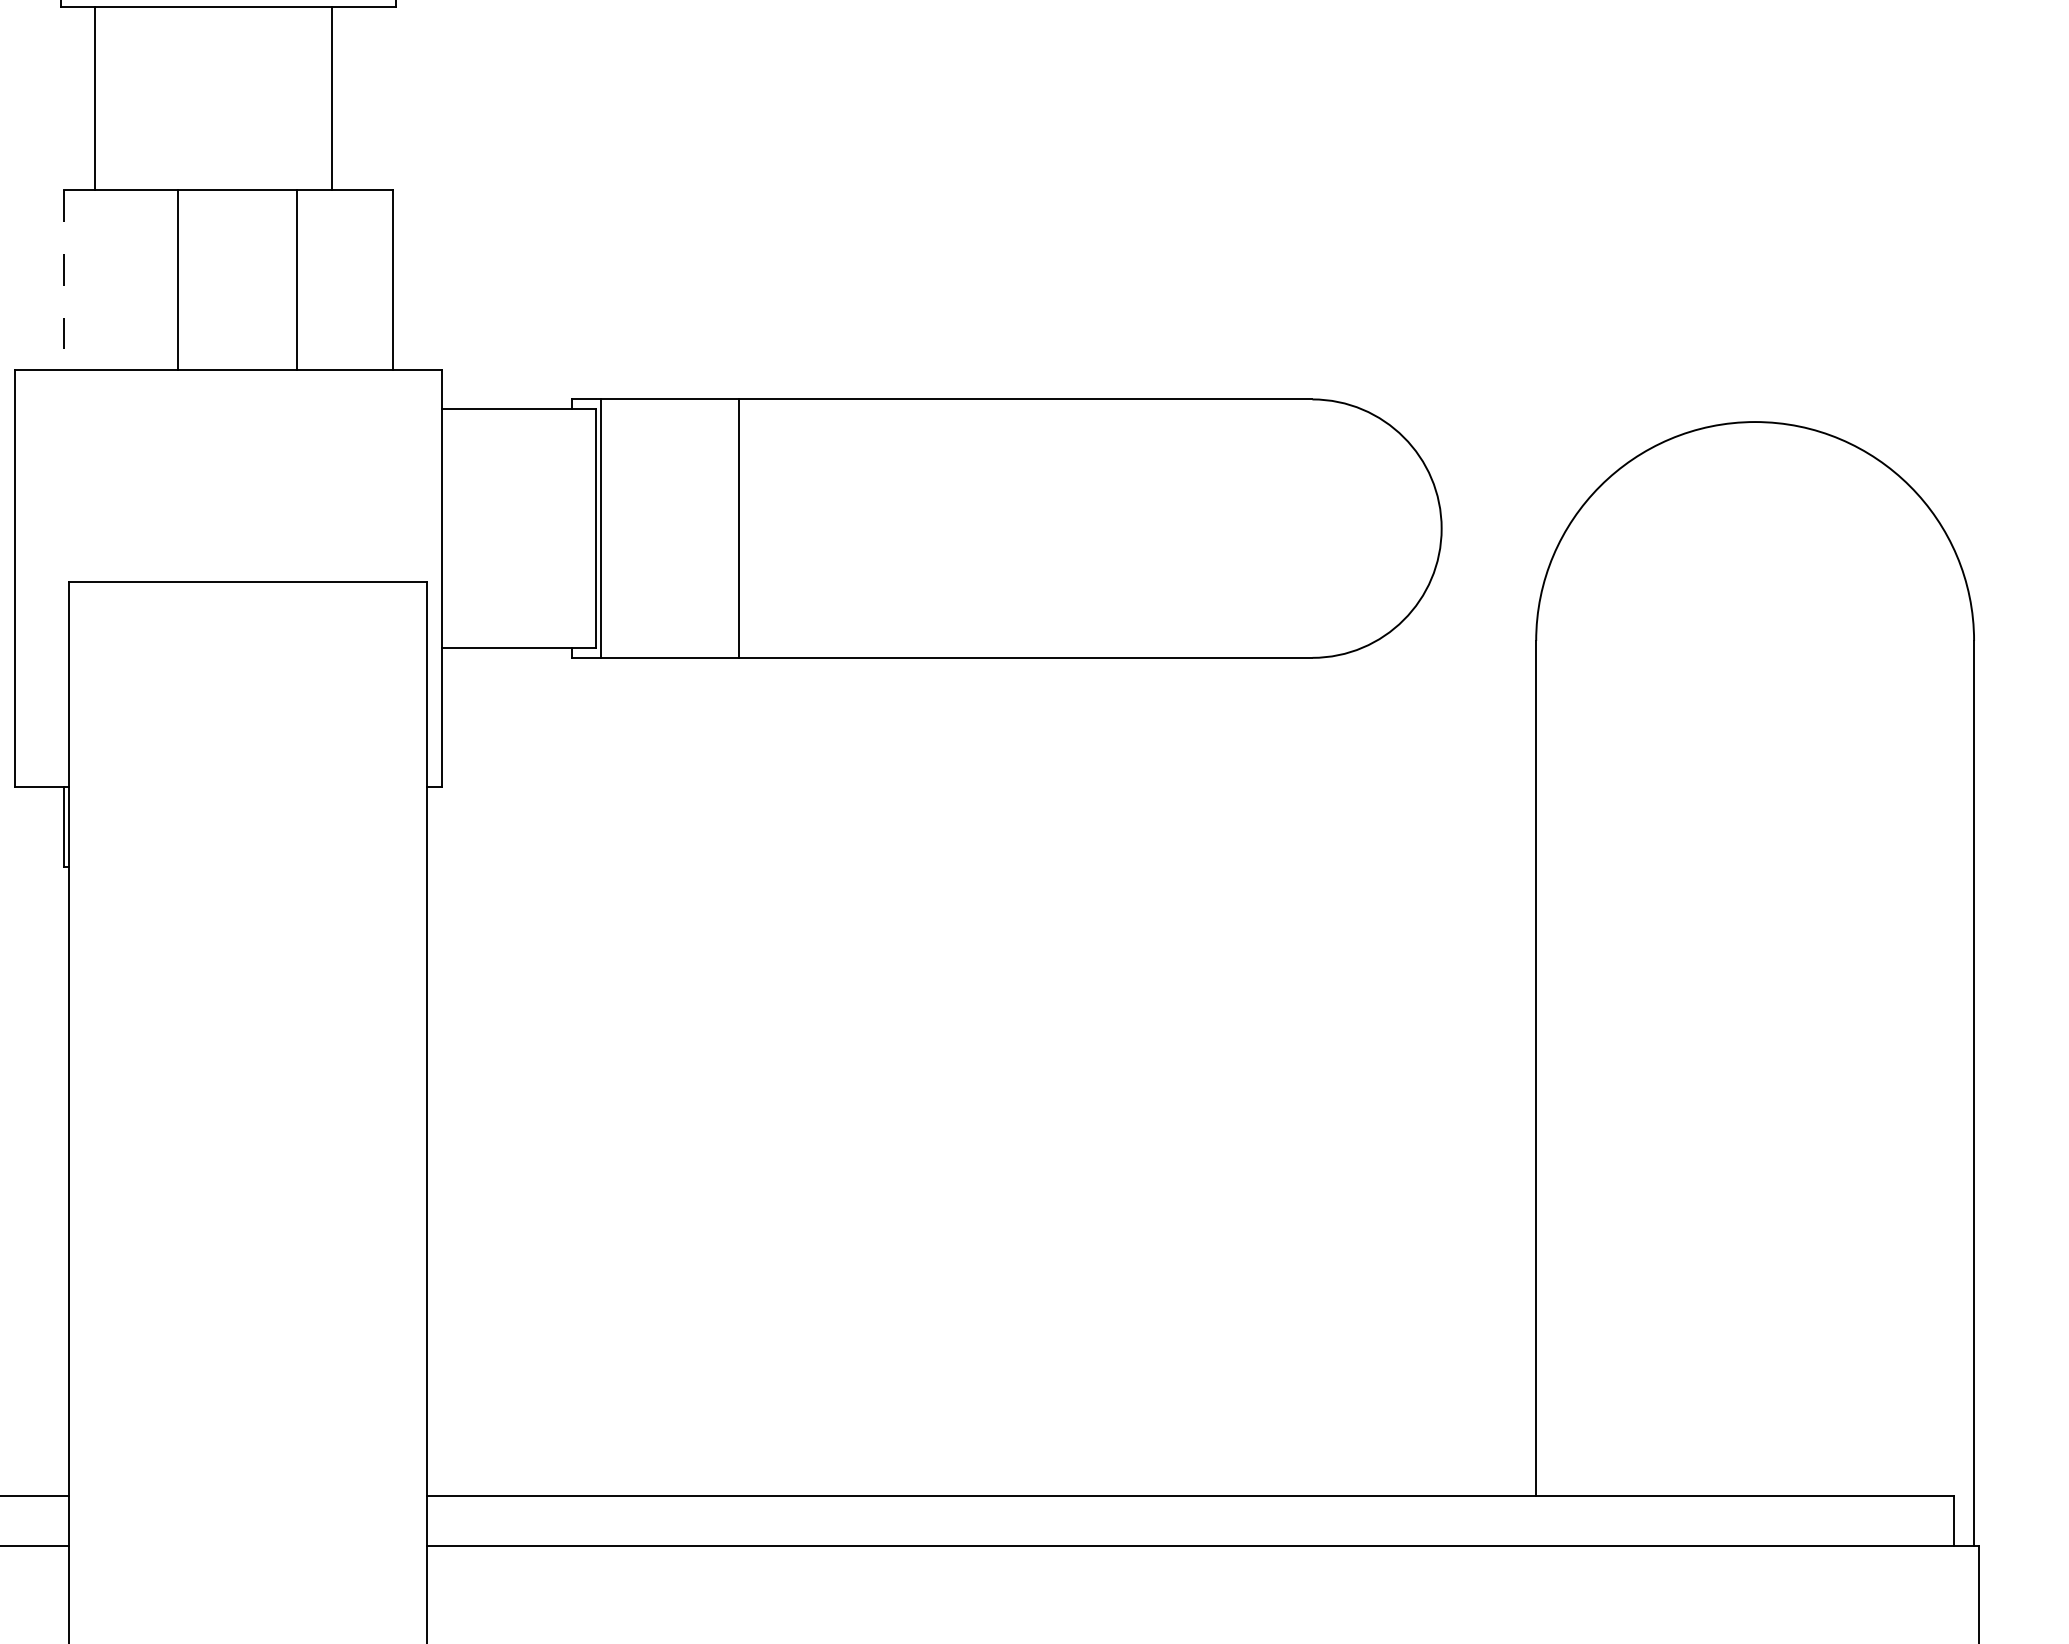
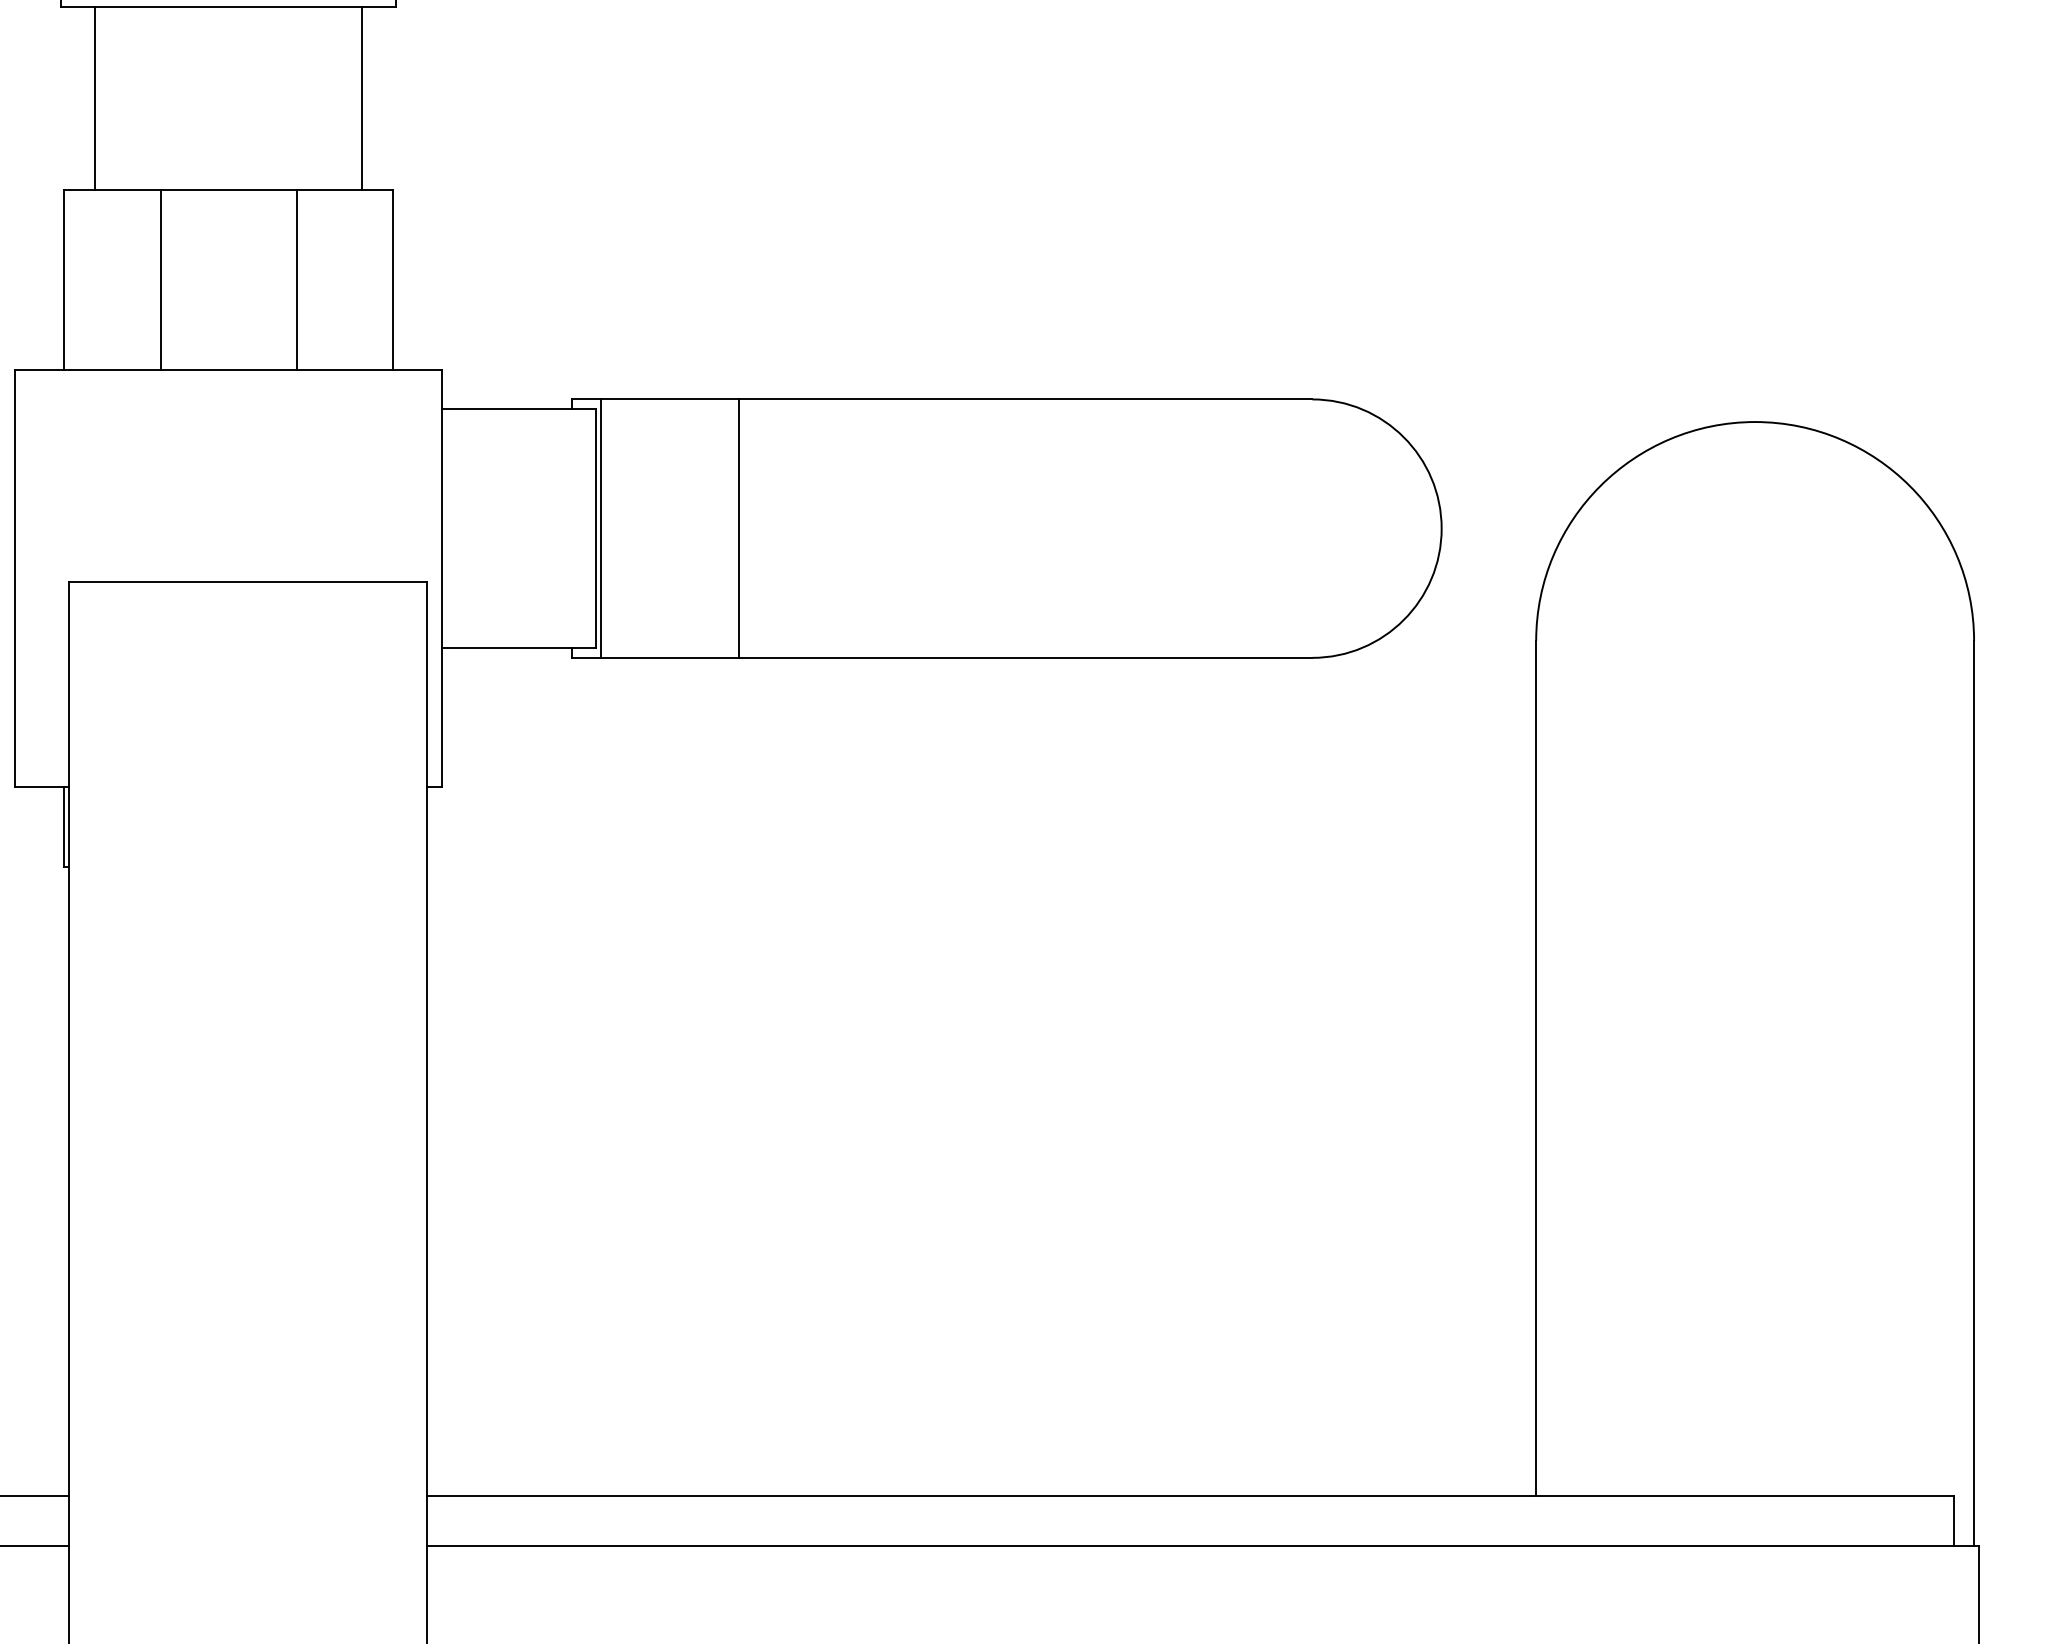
line at (332, 98) position: (332, 98) -> (362, 98)
line at (64, 279): dashed -> solid
line at (177, 279) position: (177, 279) -> (160, 279)
